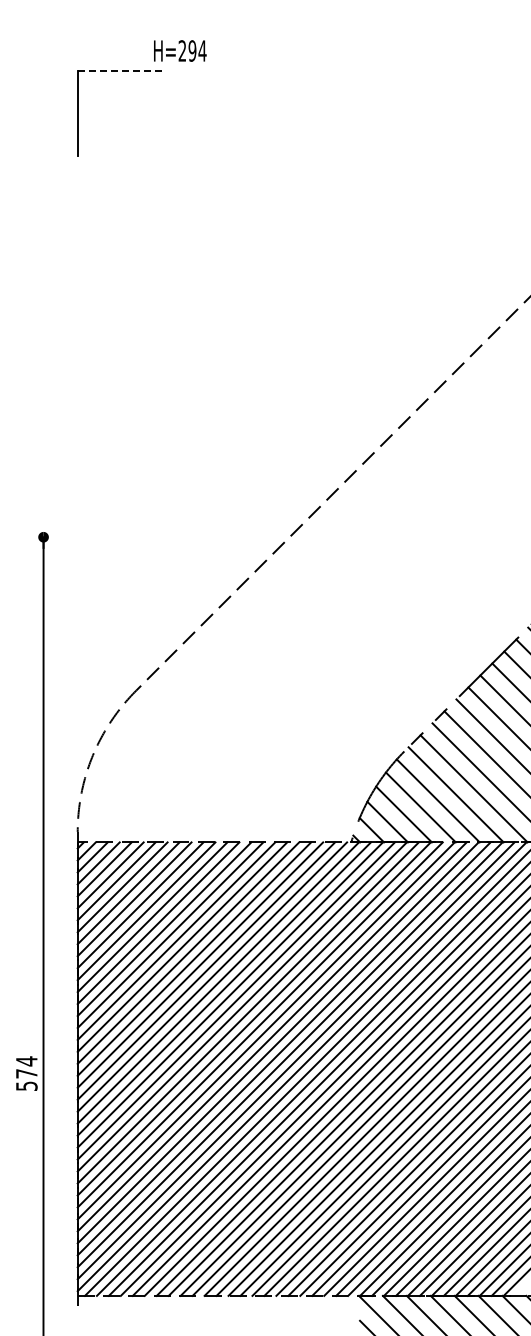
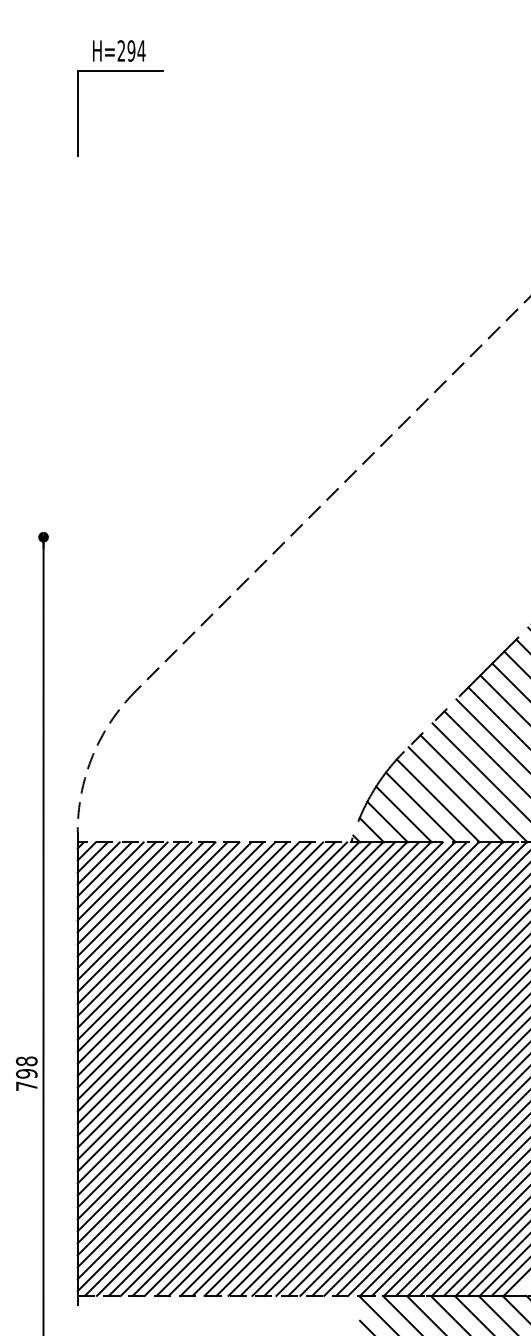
text at (180, 50) position: (180, 50) -> (119, 50)
line at (120, 71): dashed -> solid
text at (26, 1073): 574 -> 798
